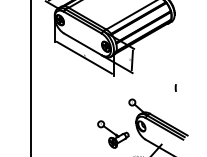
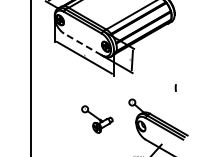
line at (82, 44): solid -> dashed
part at (113, 134) position: (113, 134) -> (97, 119)
